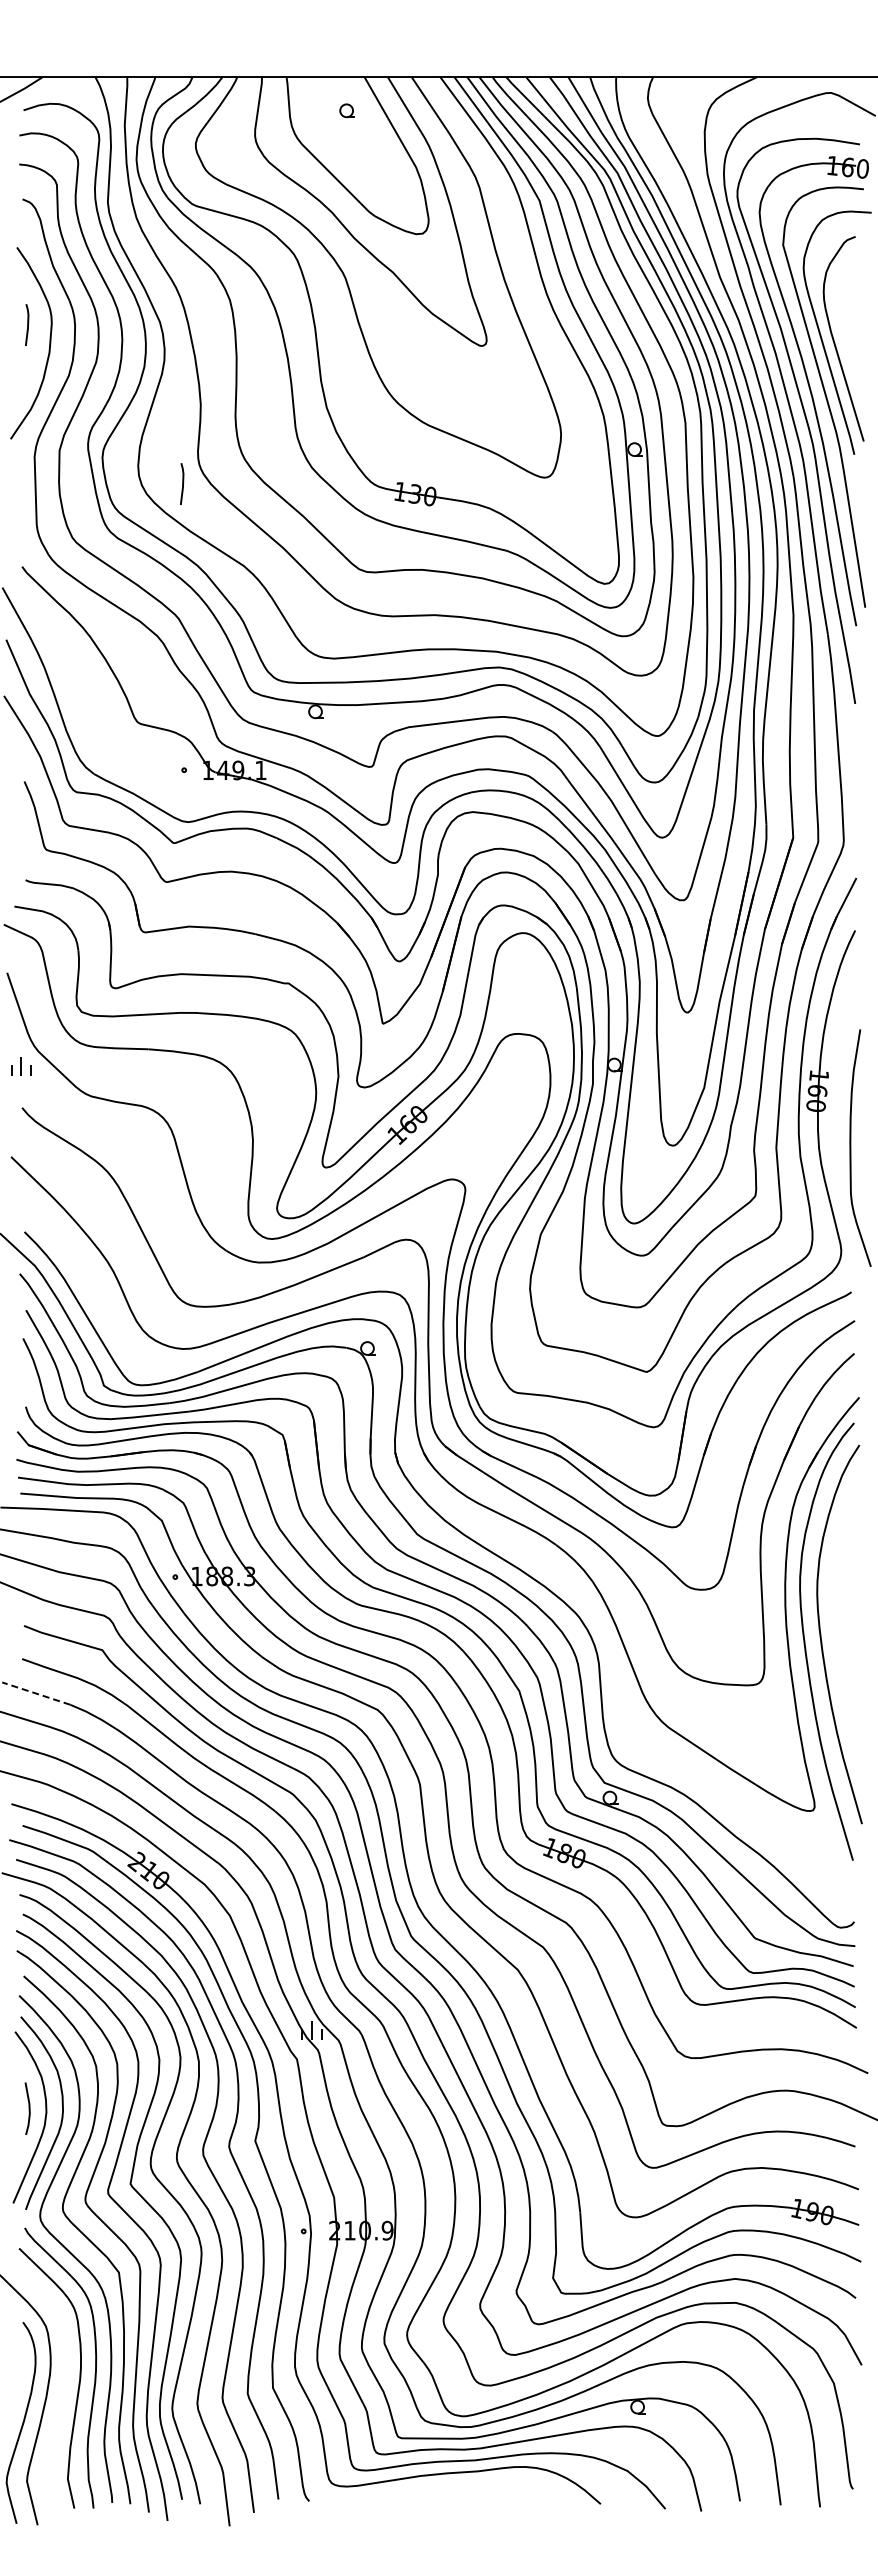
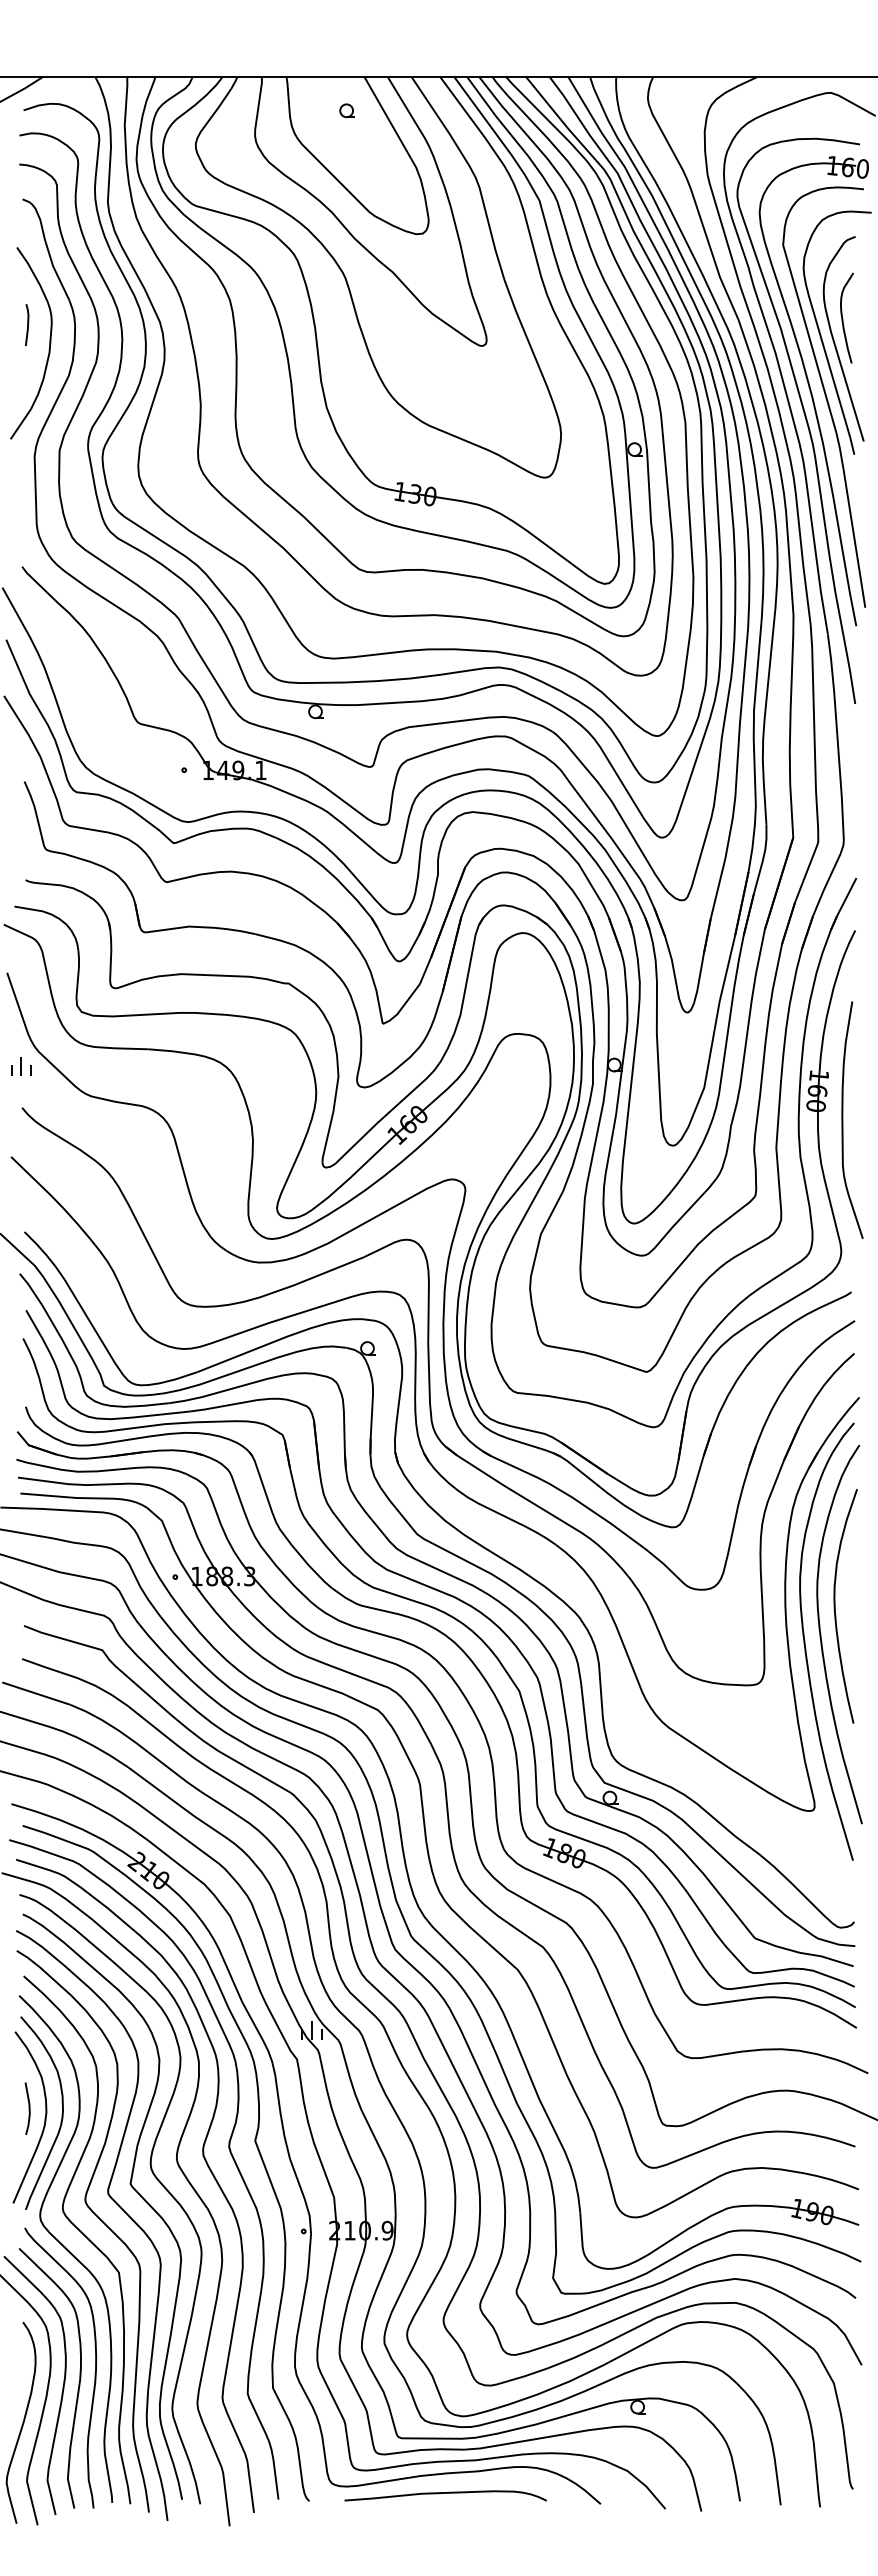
curve at (843, 318): none -> present
line at (182, 483): present -> none
curve at (851, 1147) position: (851, 1147) -> (843, 1119)
curve at (835, 1606): none -> present
line at (36, 1693): dashed -> solid
curve at (61, 2392): none -> present
curve at (445, 2493): none -> present
